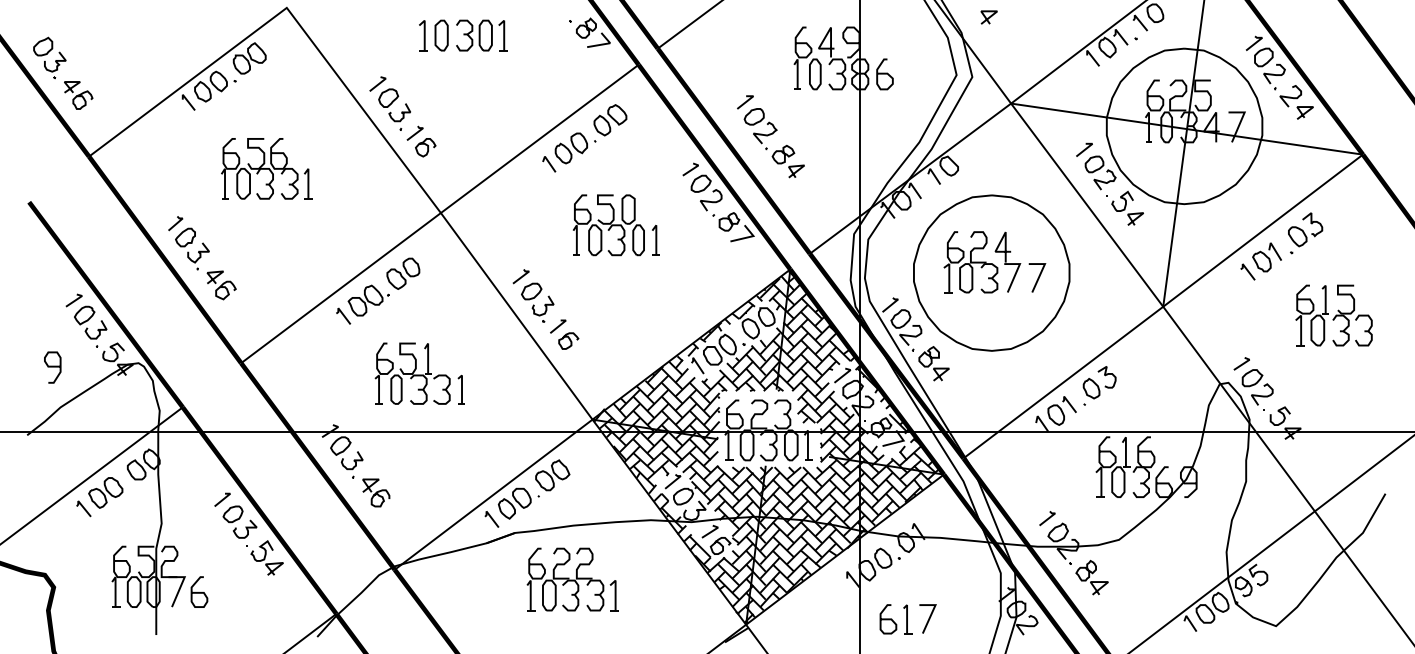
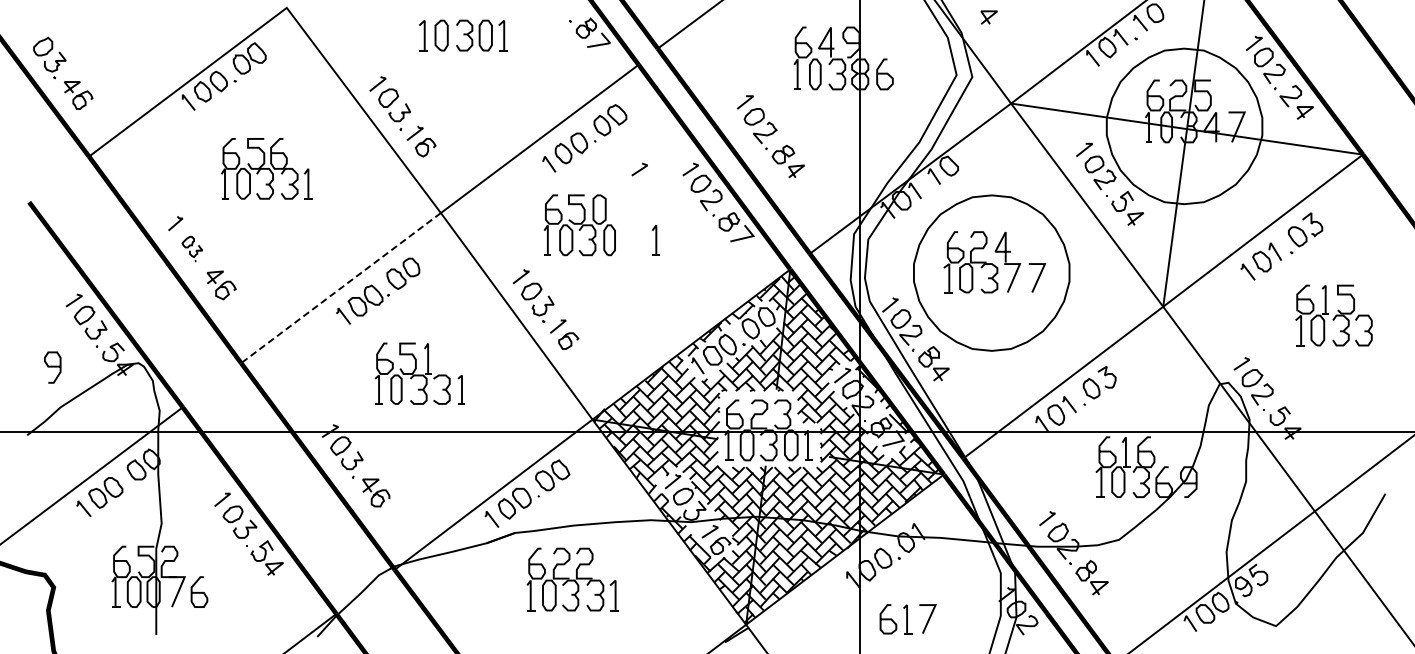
line at (639, 169): none -> present
part at (608, 225) position: (608, 225) -> (579, 225)
part at (192, 248) size: 35x44 px -> 23x28 px
line at (341, 288): solid -> dashed
